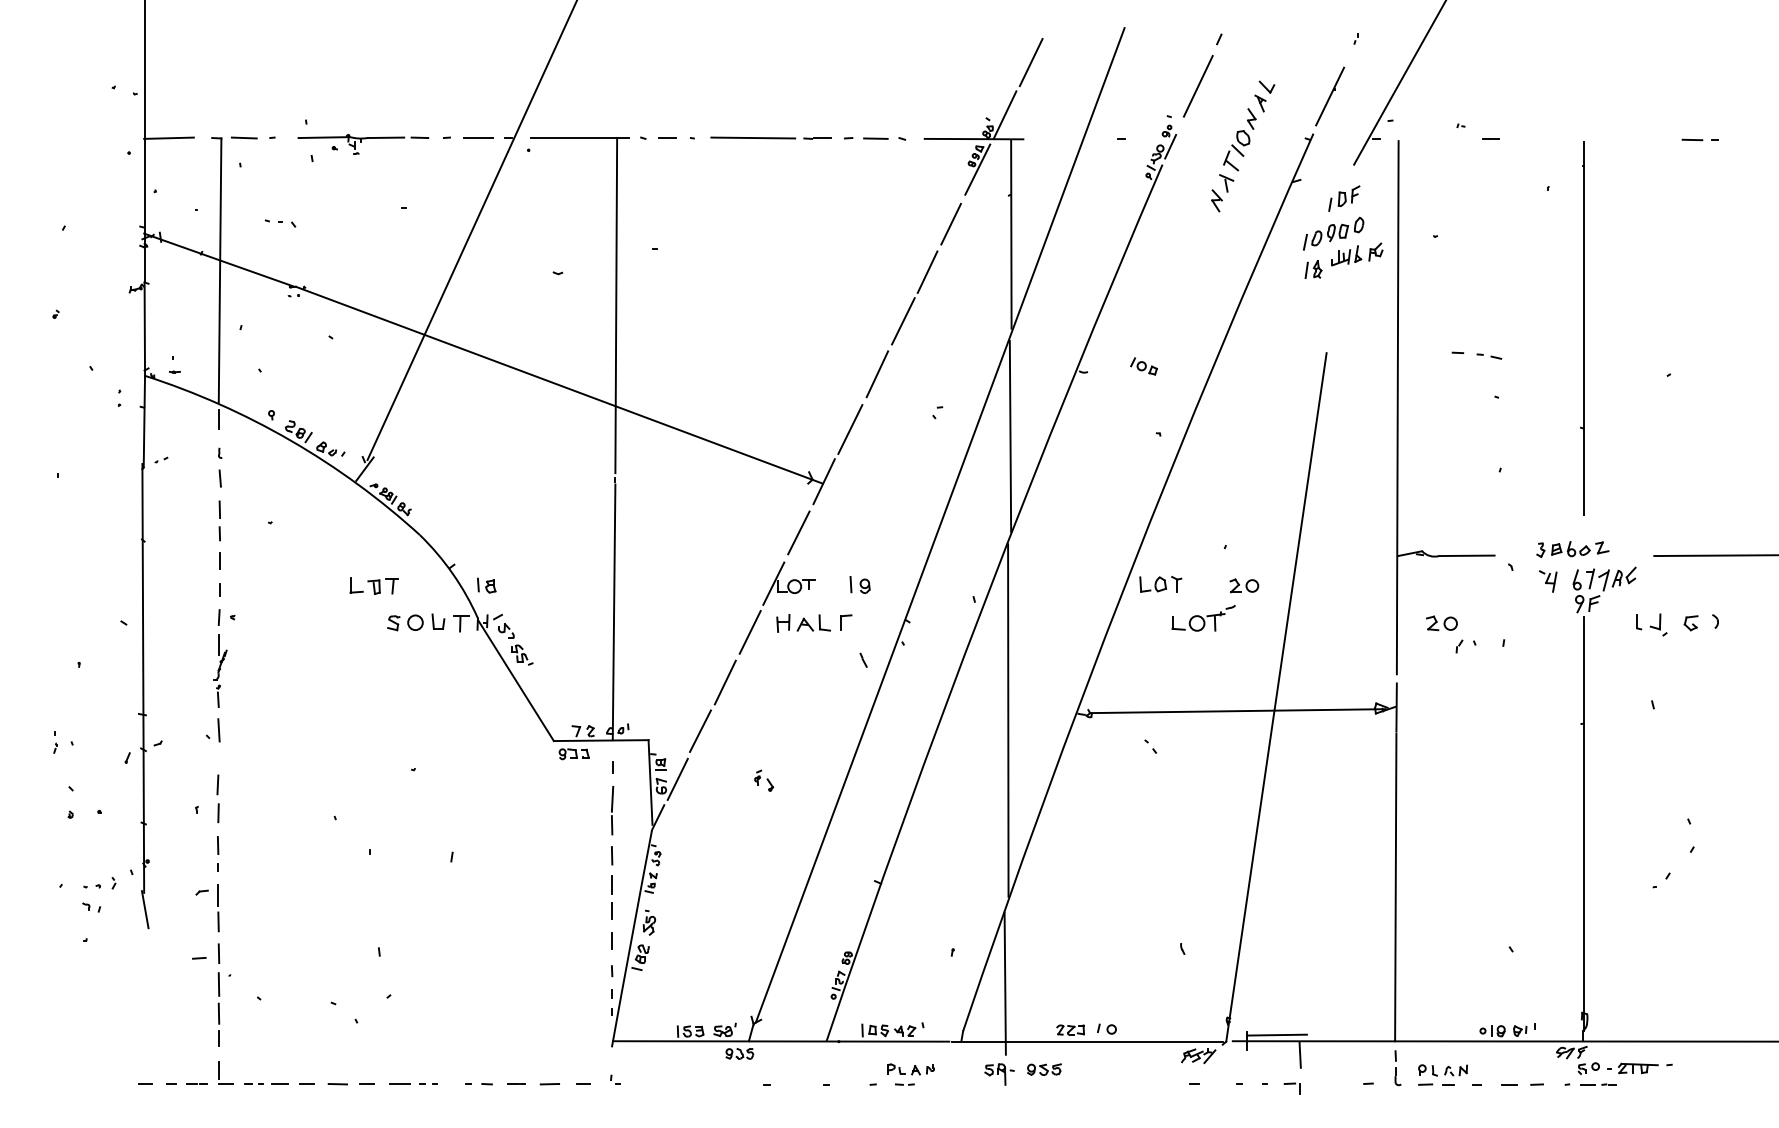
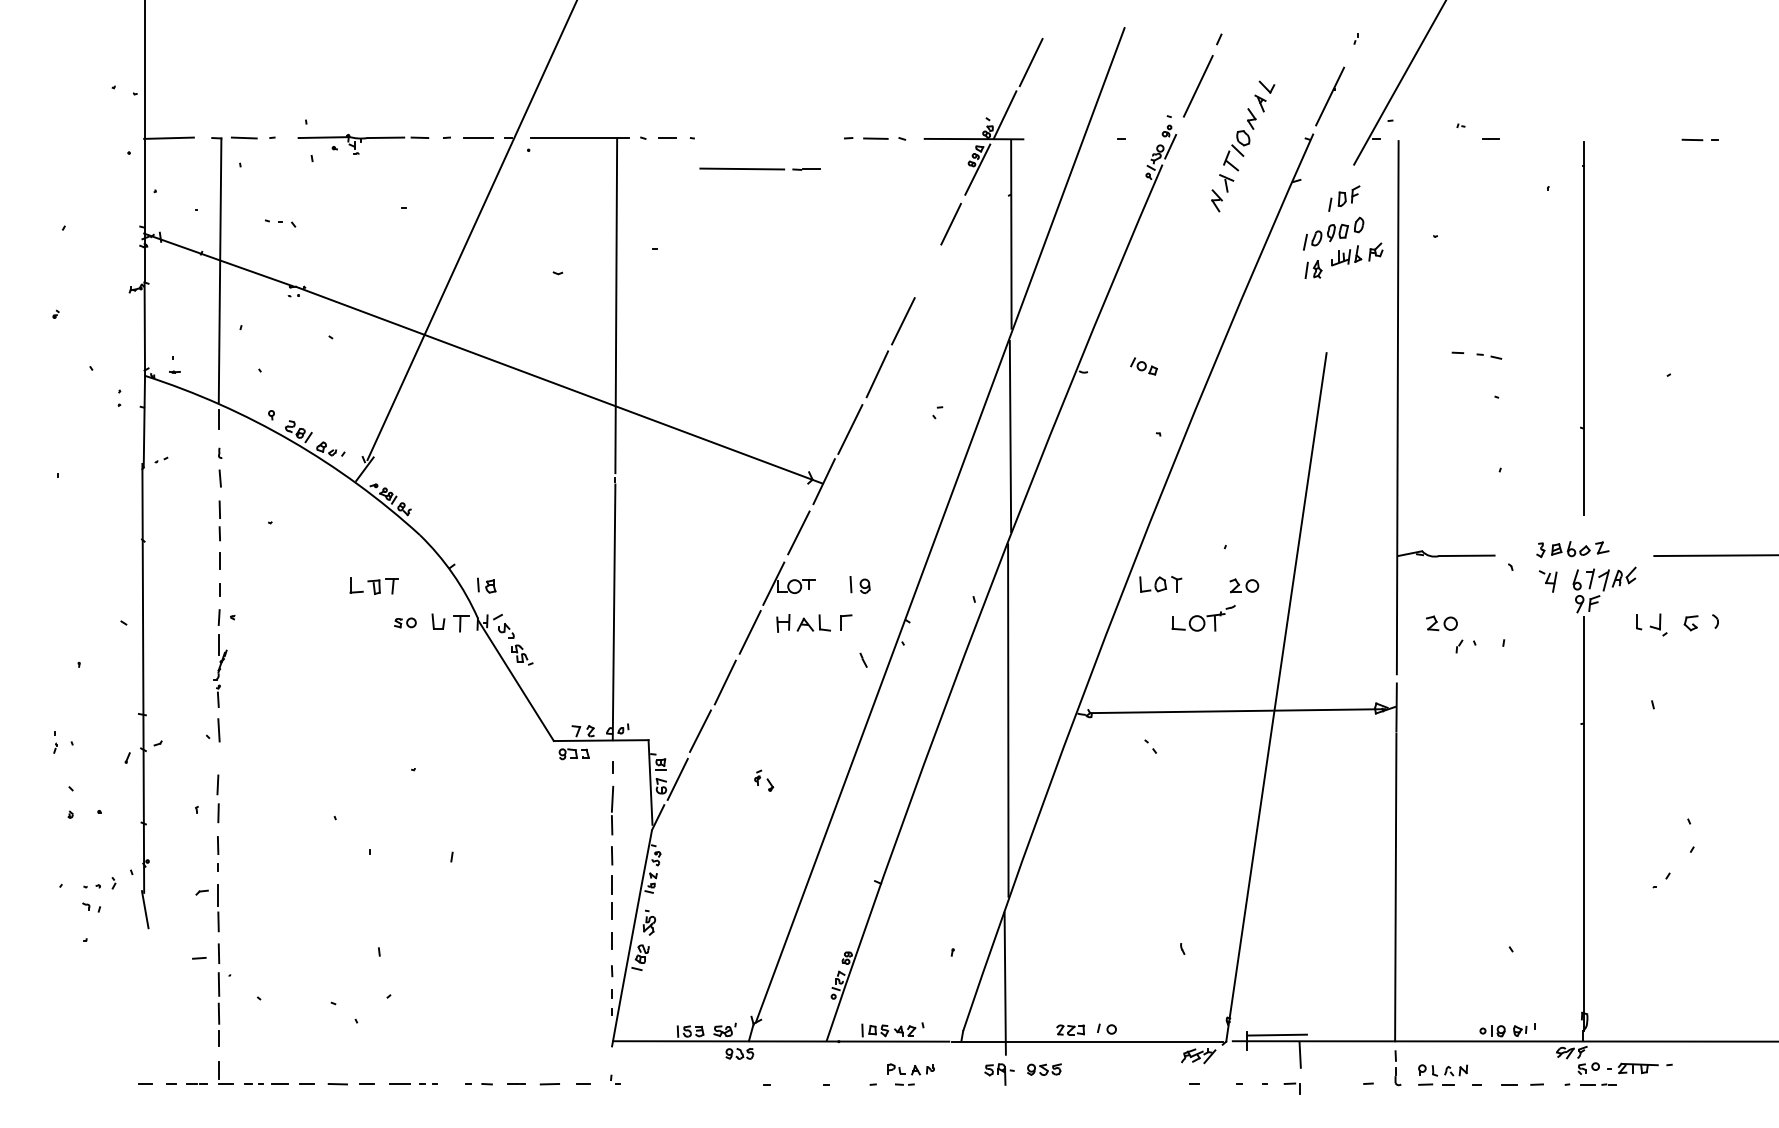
line at (770, 137) position: (770, 137) -> (759, 168)
line at (927, 271): present -> none
part at (405, 622) size: 37x18 px -> 23x12 px
